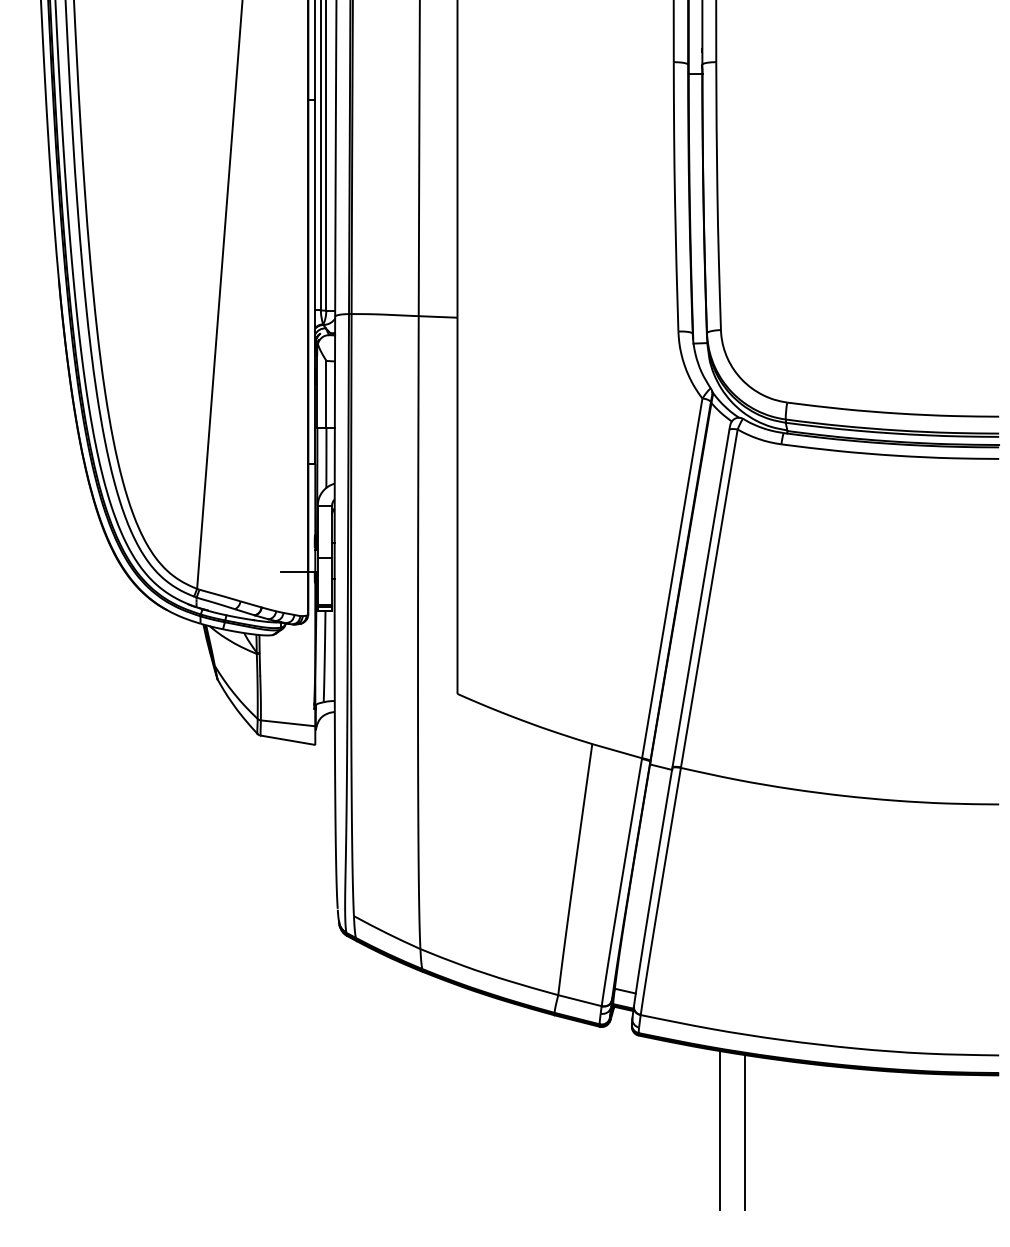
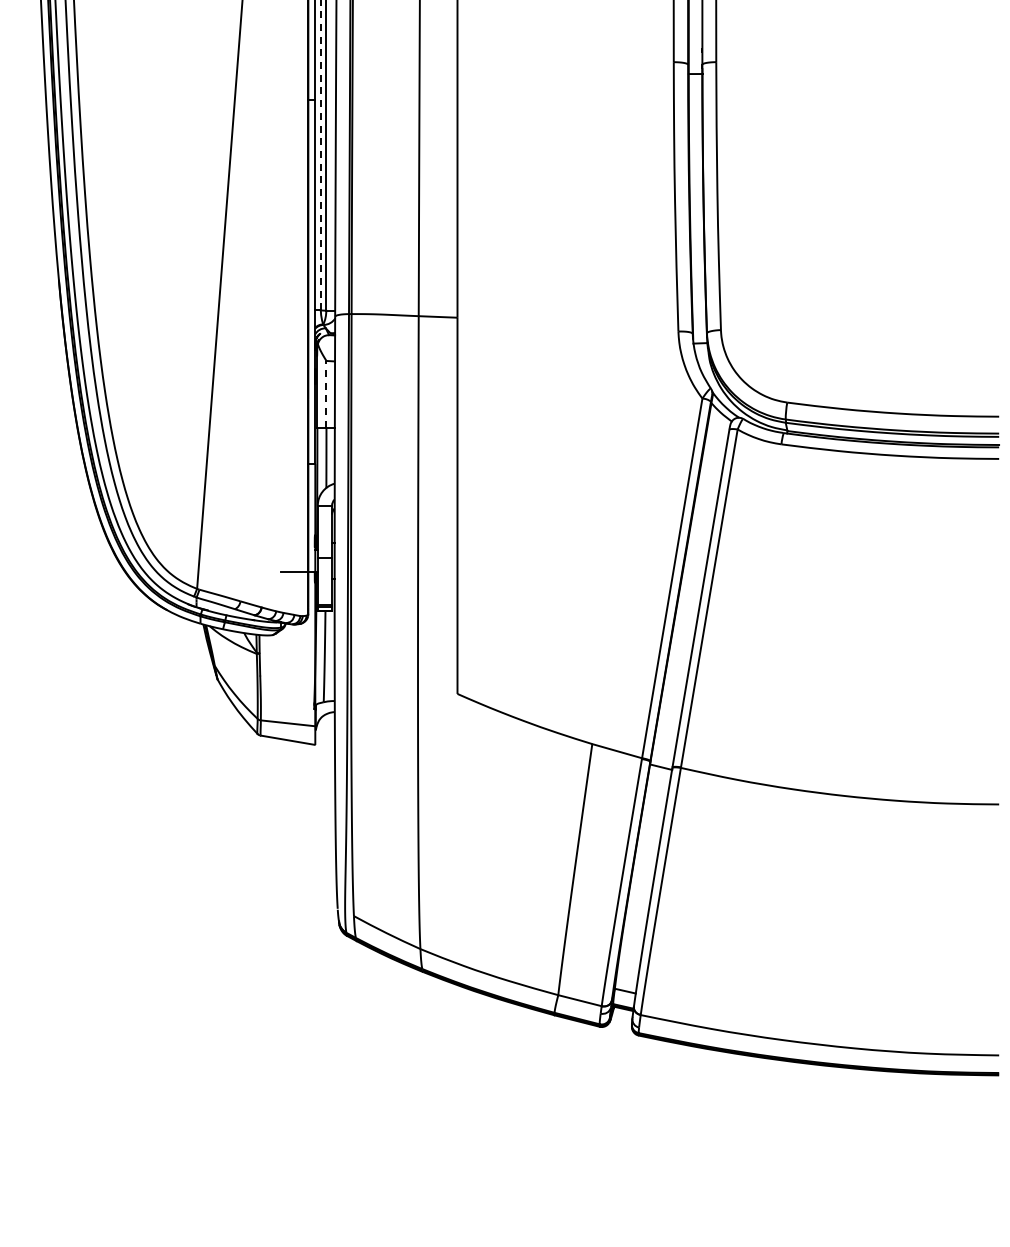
line at (320, 155): solid -> dashed
line at (326, 393): solid -> dashed
line at (719, 1129): present -> none
line at (745, 1132): present -> none
